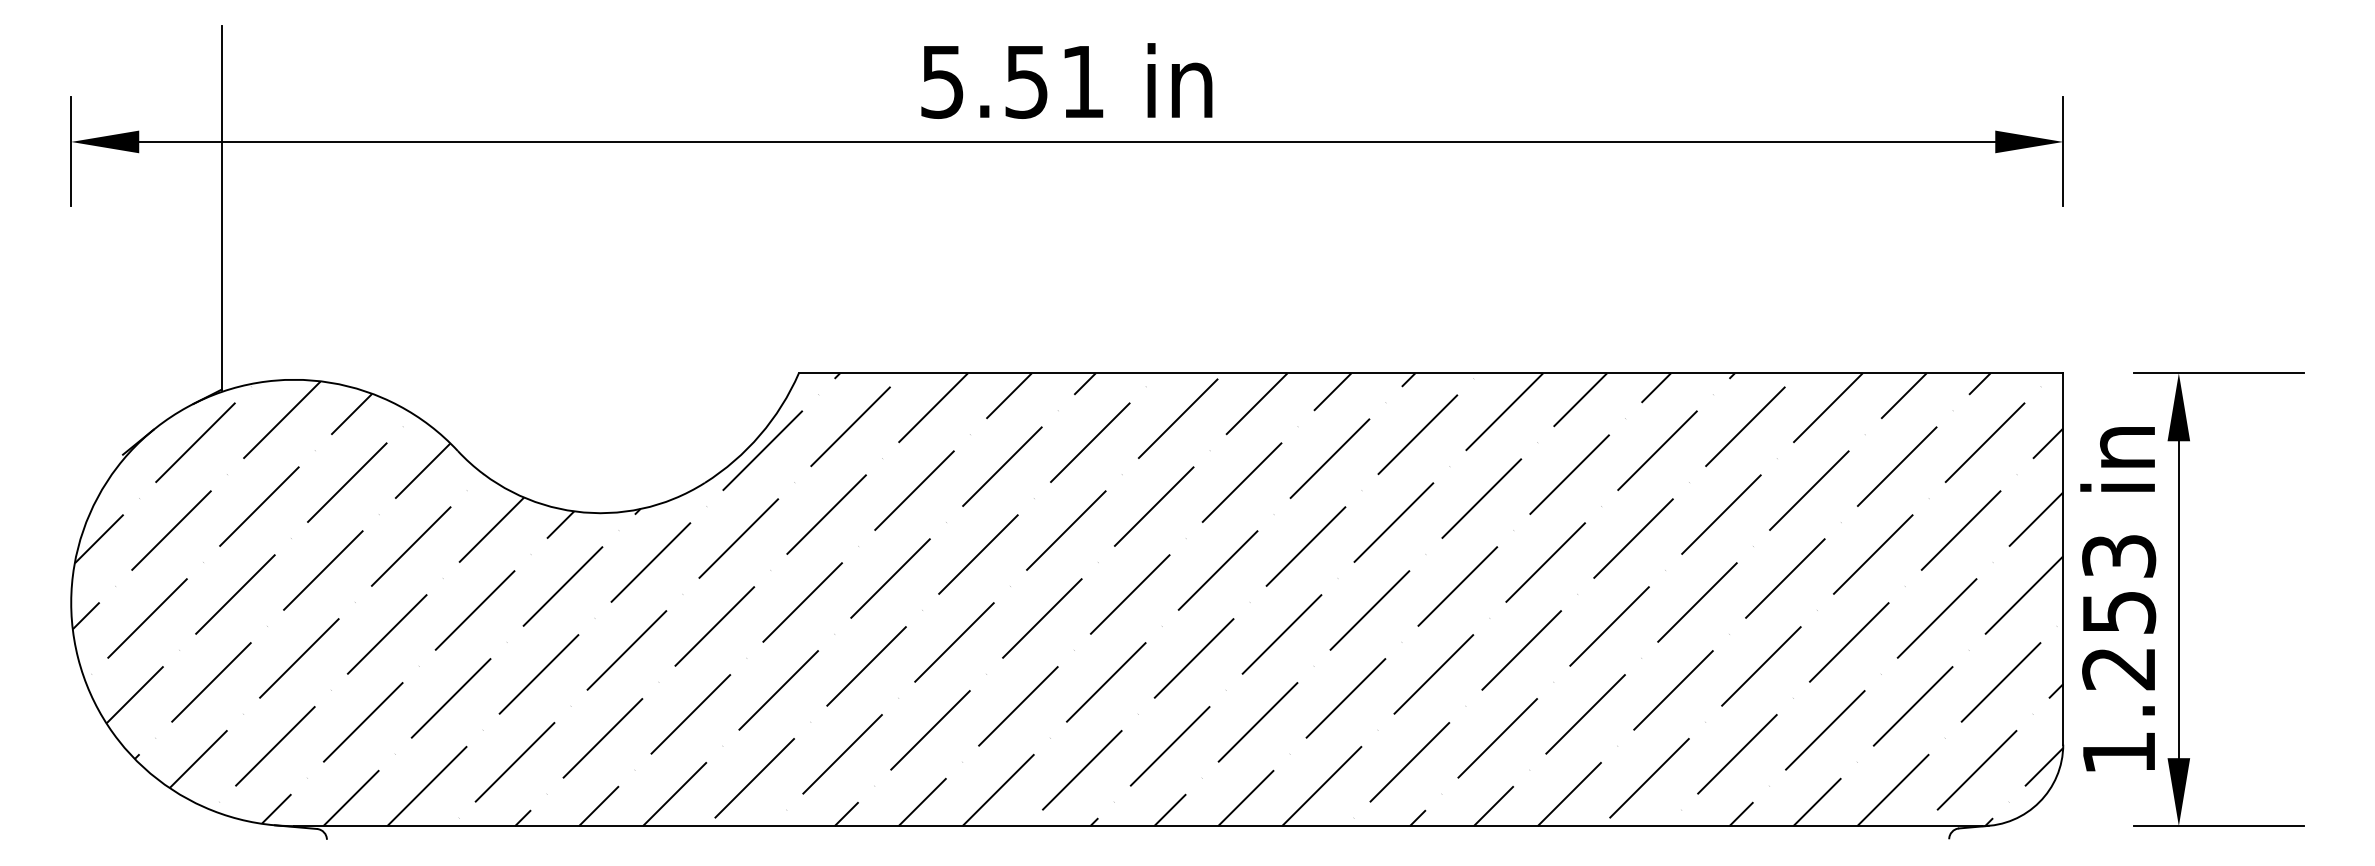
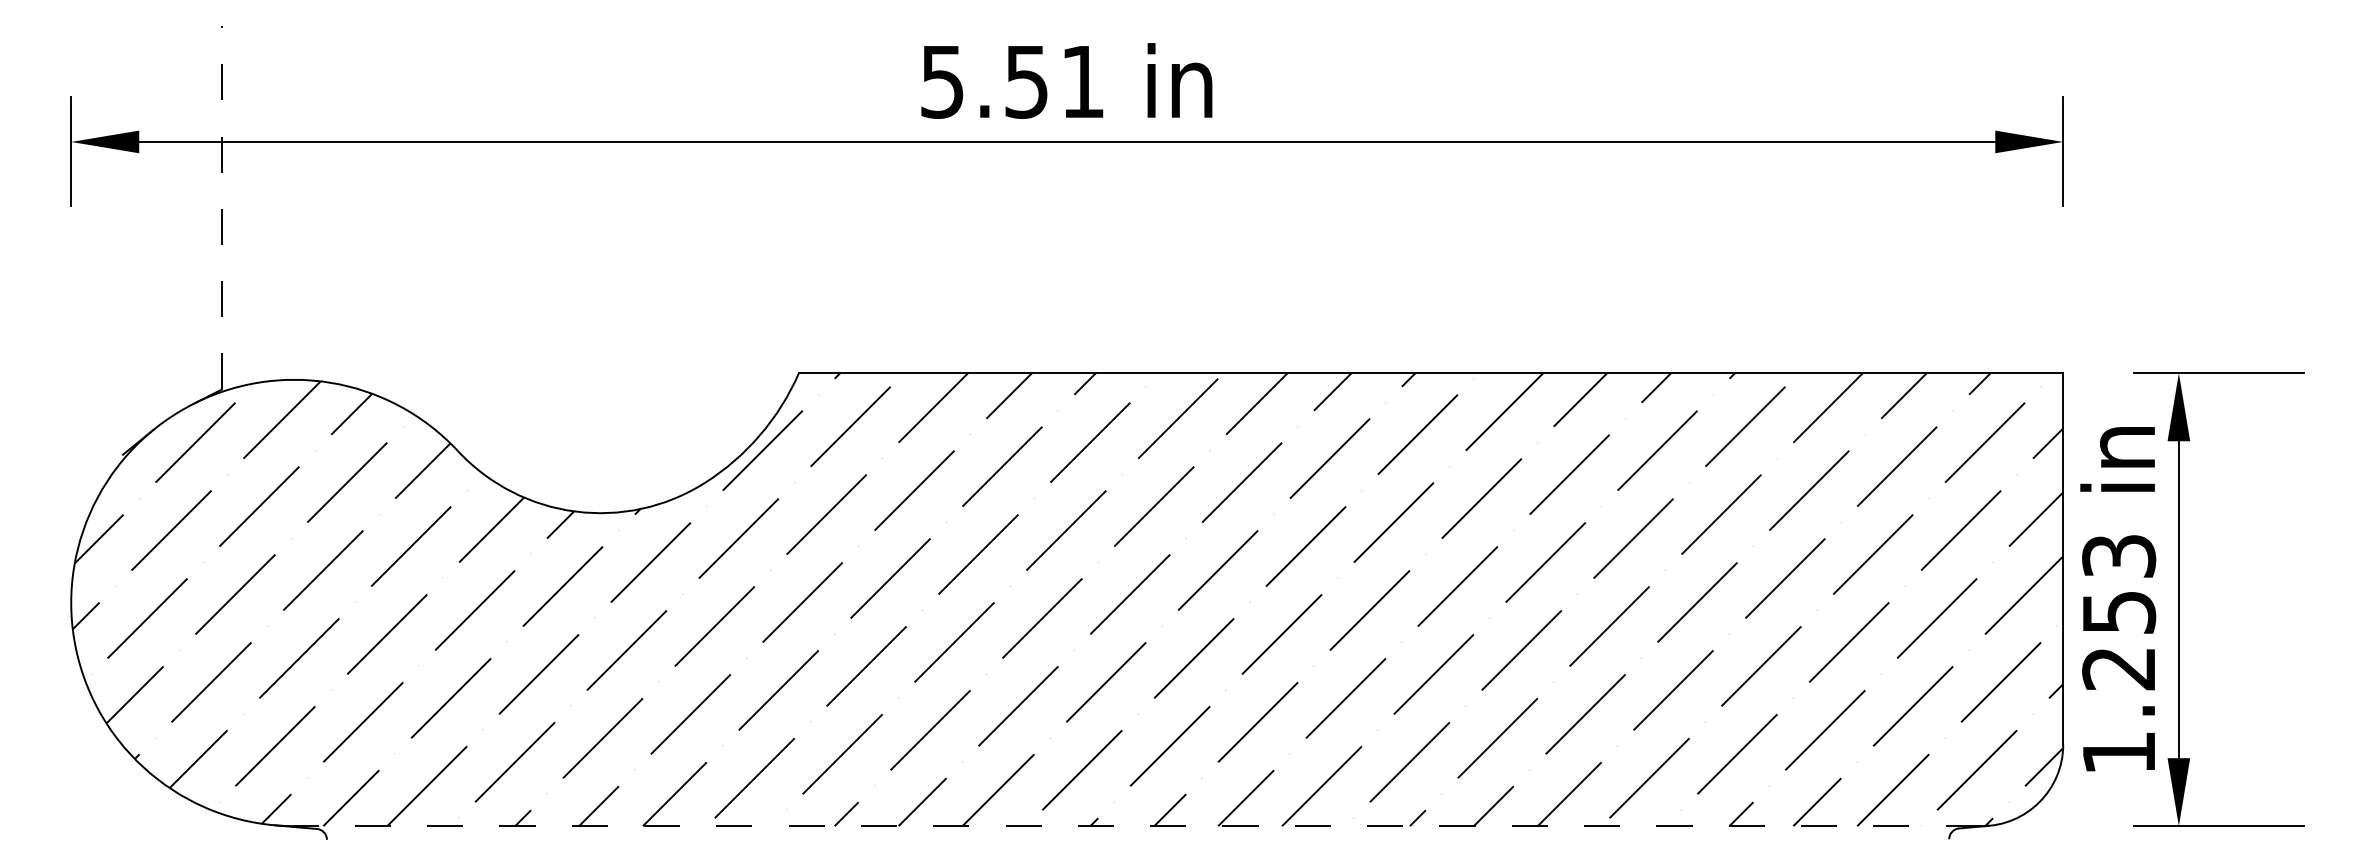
line at (221, 207): solid -> dashed
line at (1138, 826): solid -> dashed
